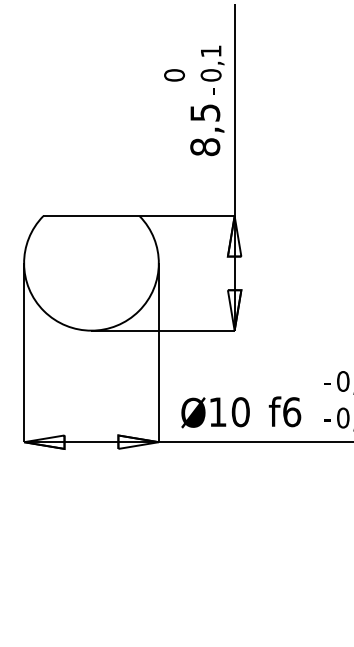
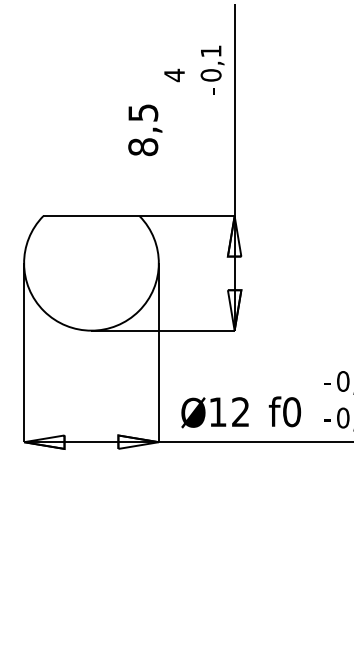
text at (174, 75): 0 -> 4
text at (207, 130) position: (207, 130) -> (145, 130)
text at (292, 411): f6 -> f0
text at (240, 412): 10 -> 12
